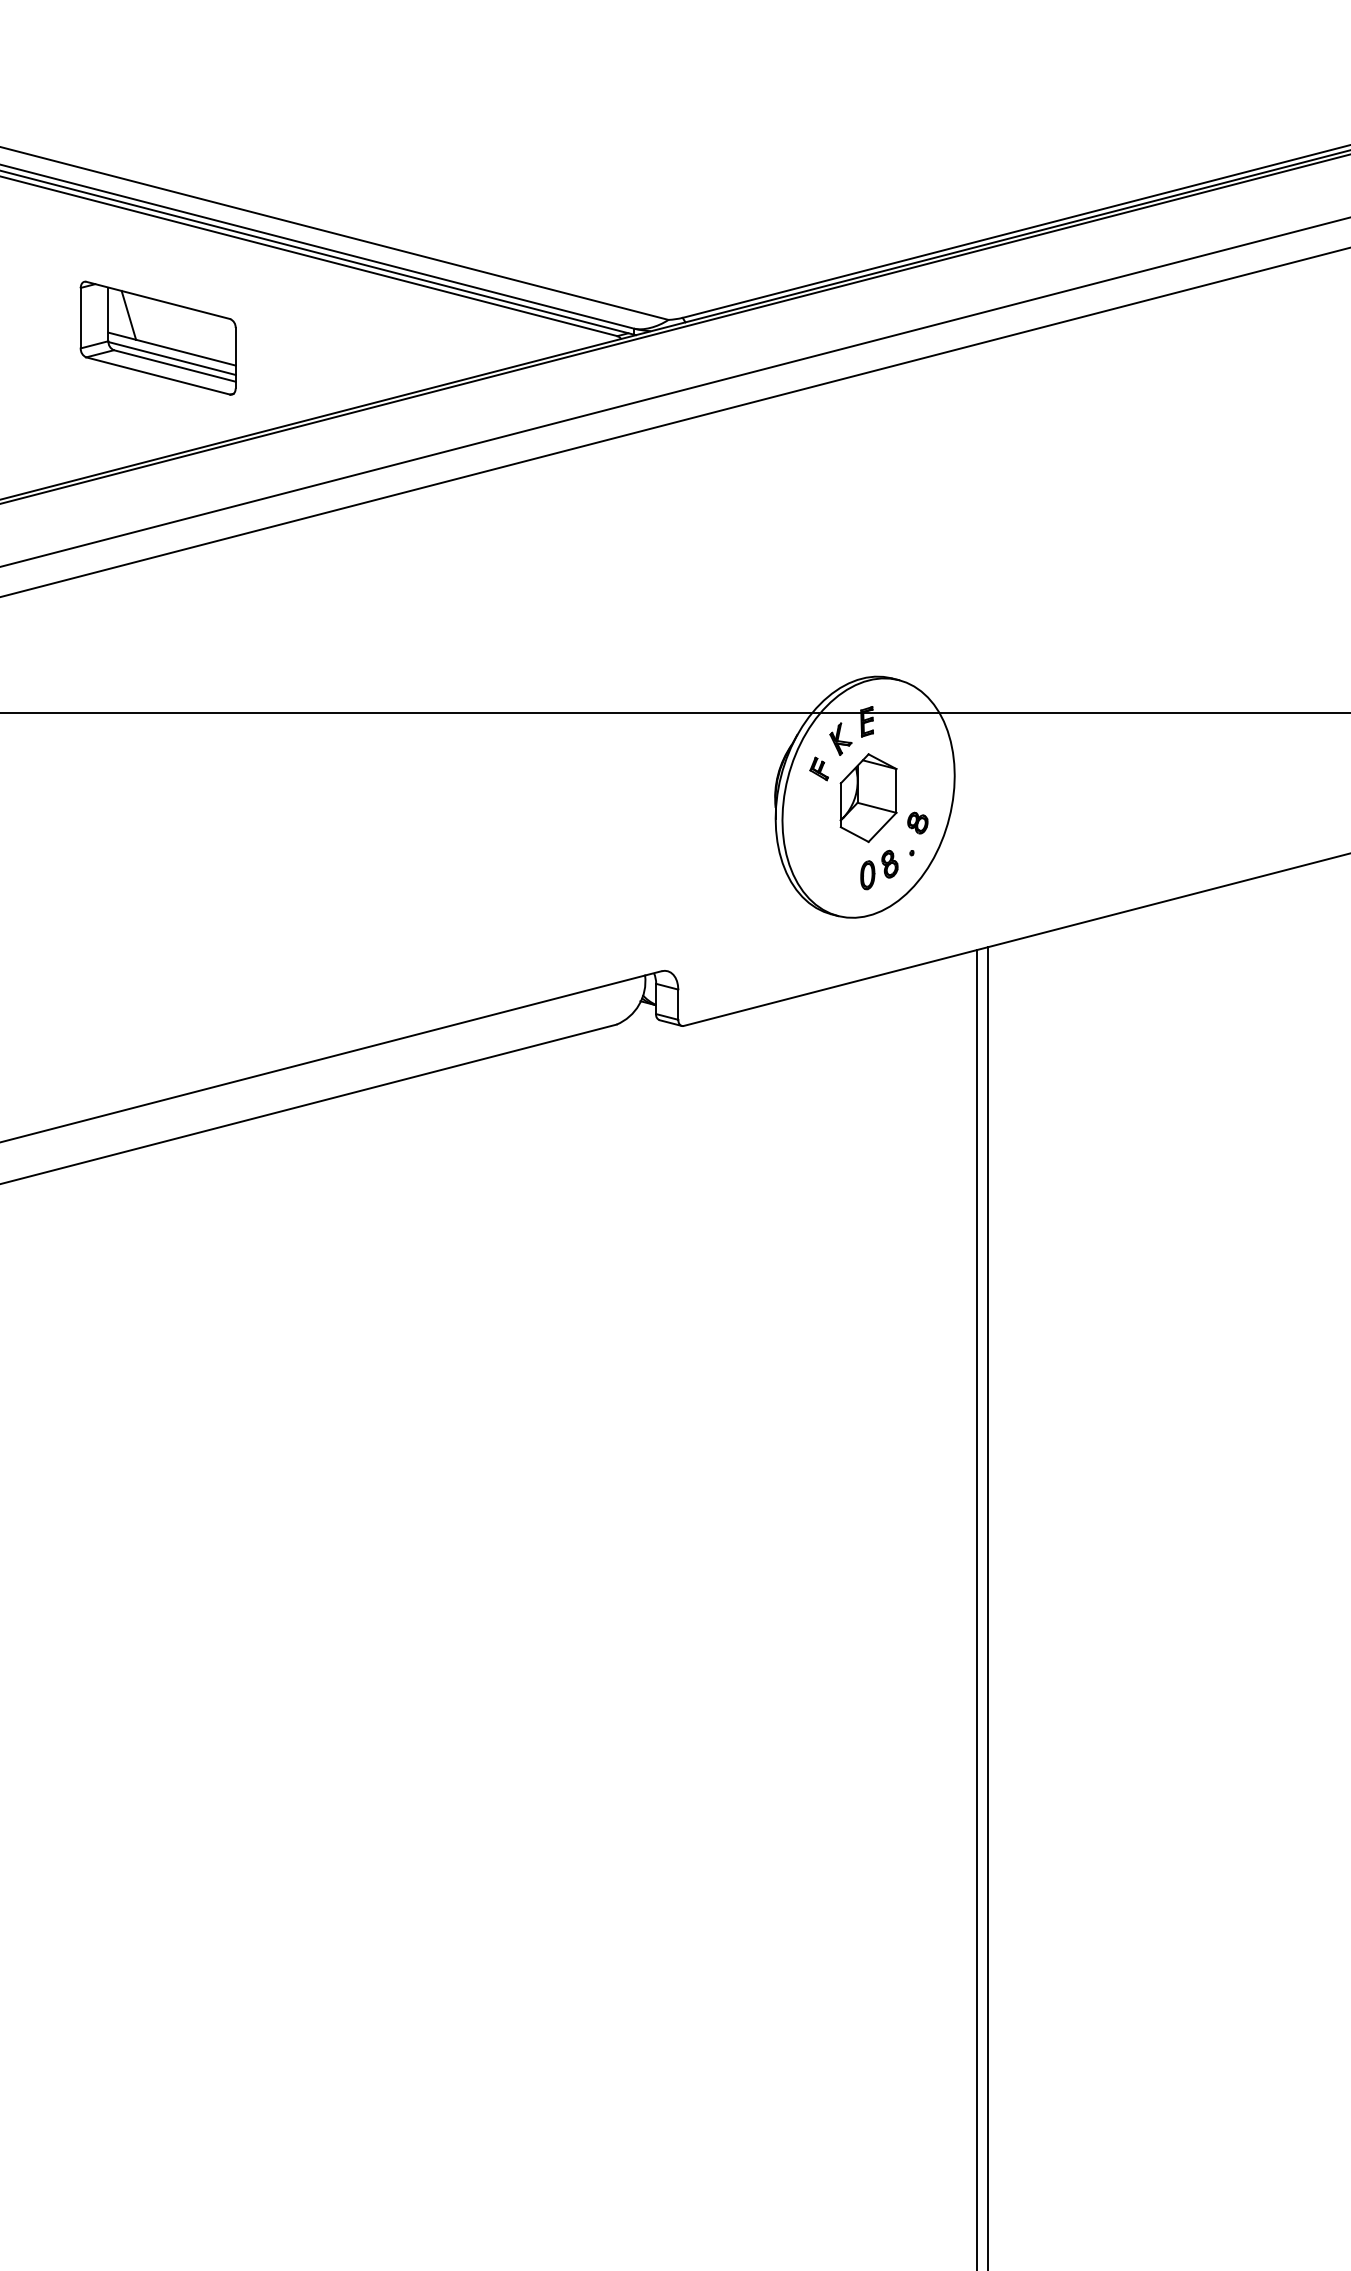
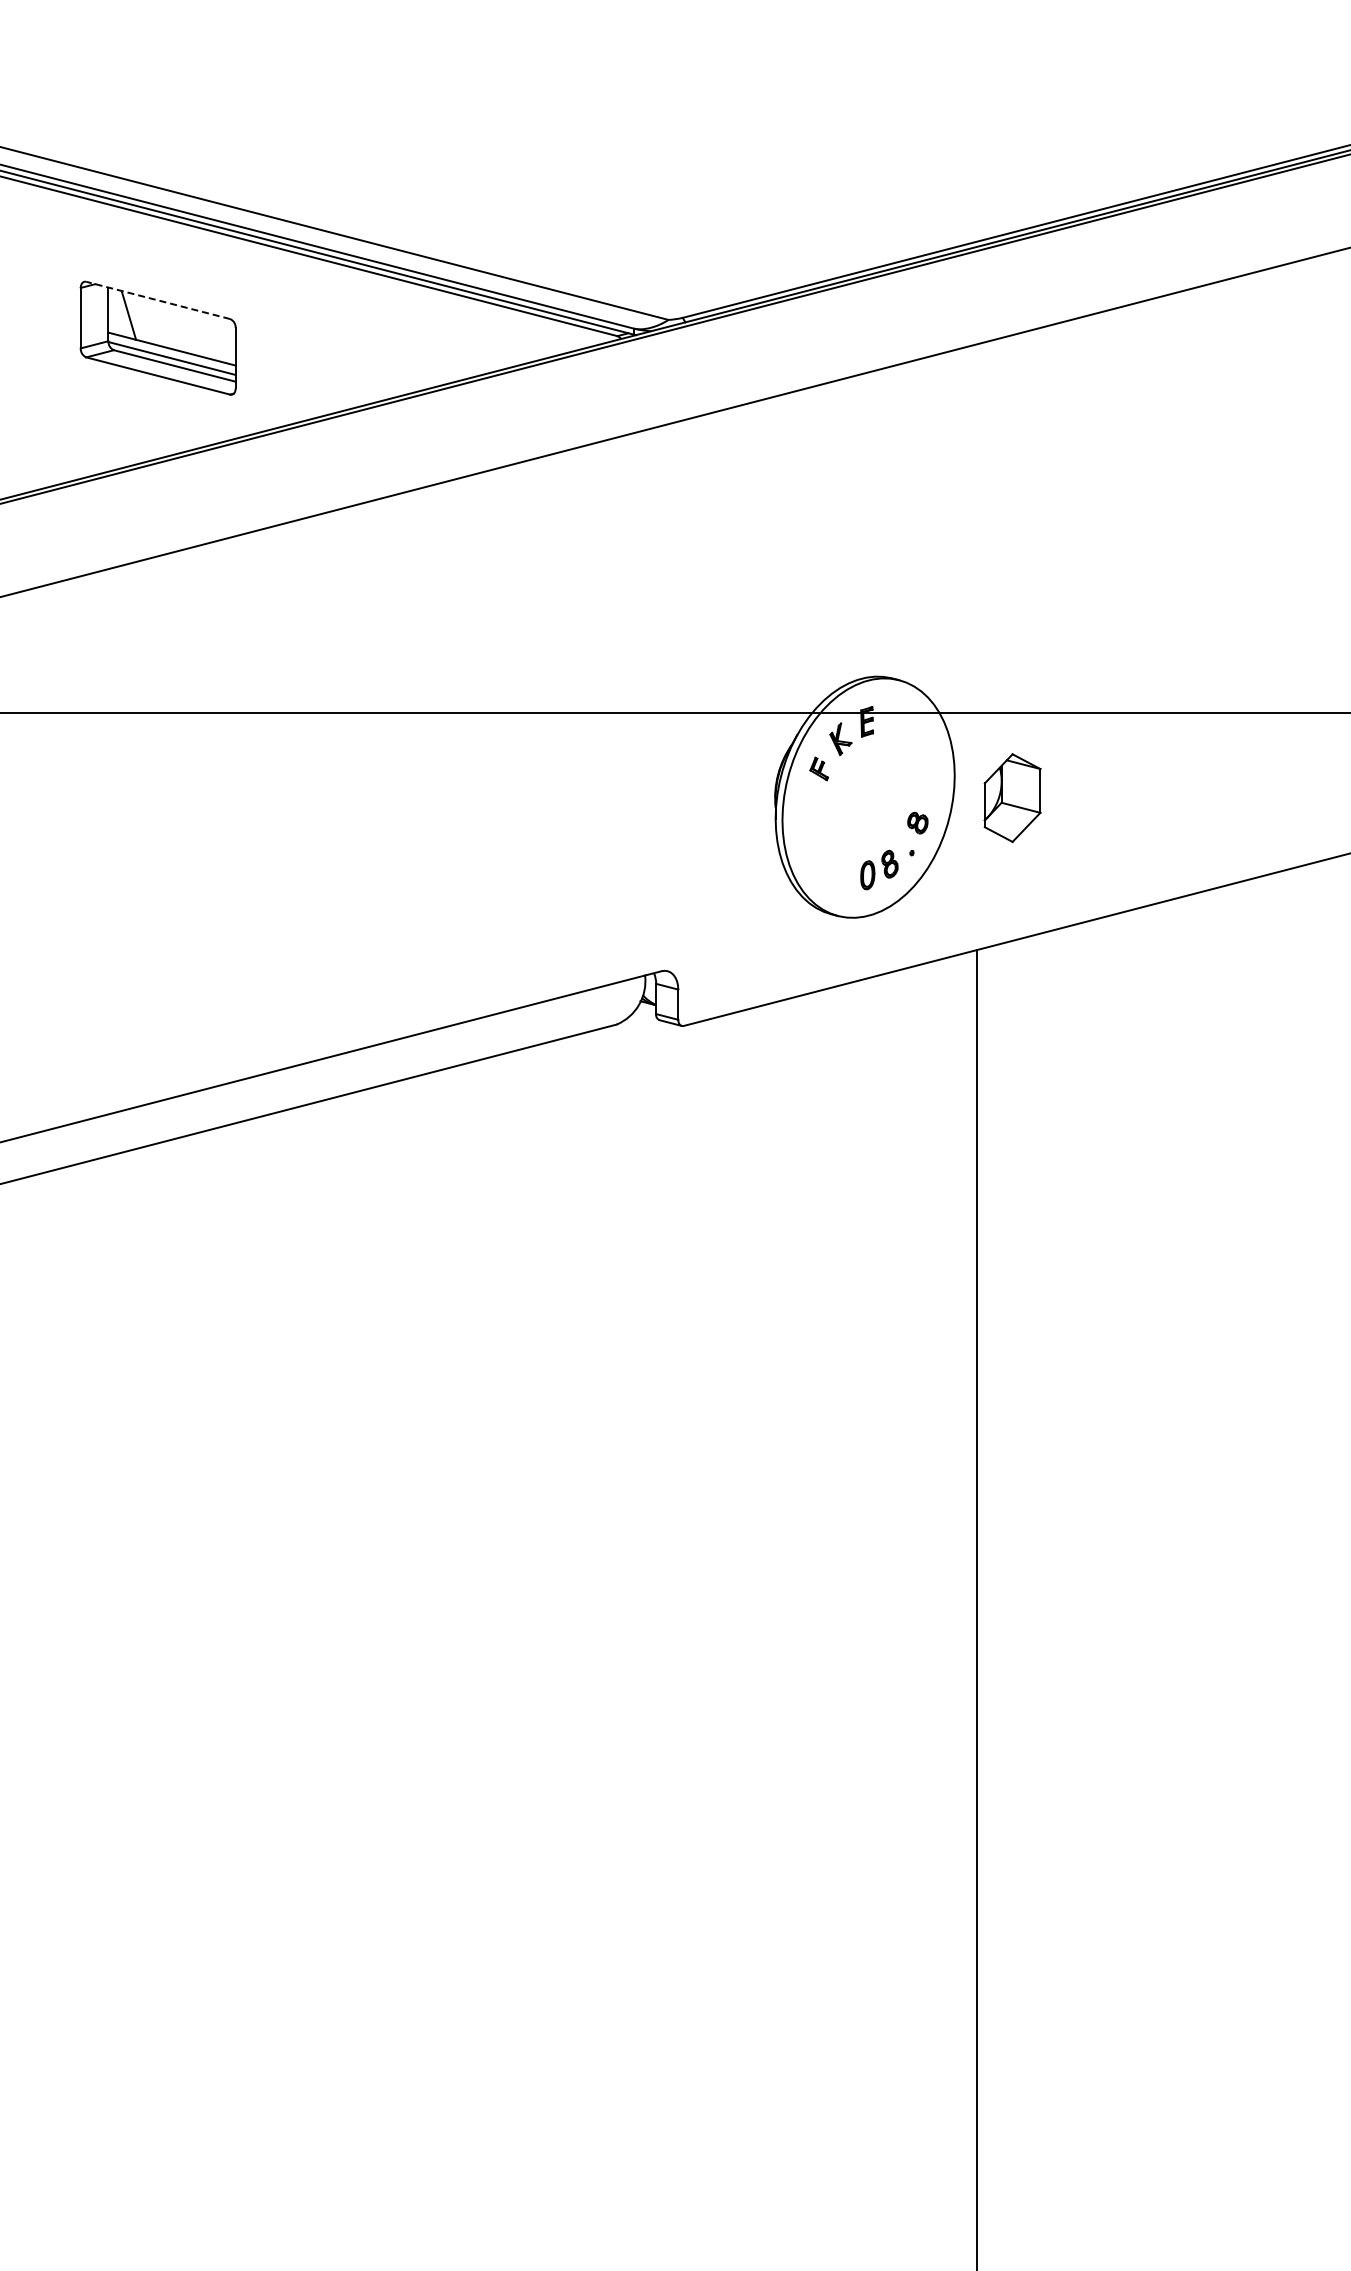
line at (157, 300): solid -> dashed
line at (674, 392): present -> none
part at (868, 798) position: (868, 798) -> (1012, 798)
line at (988, 1607): present -> none
